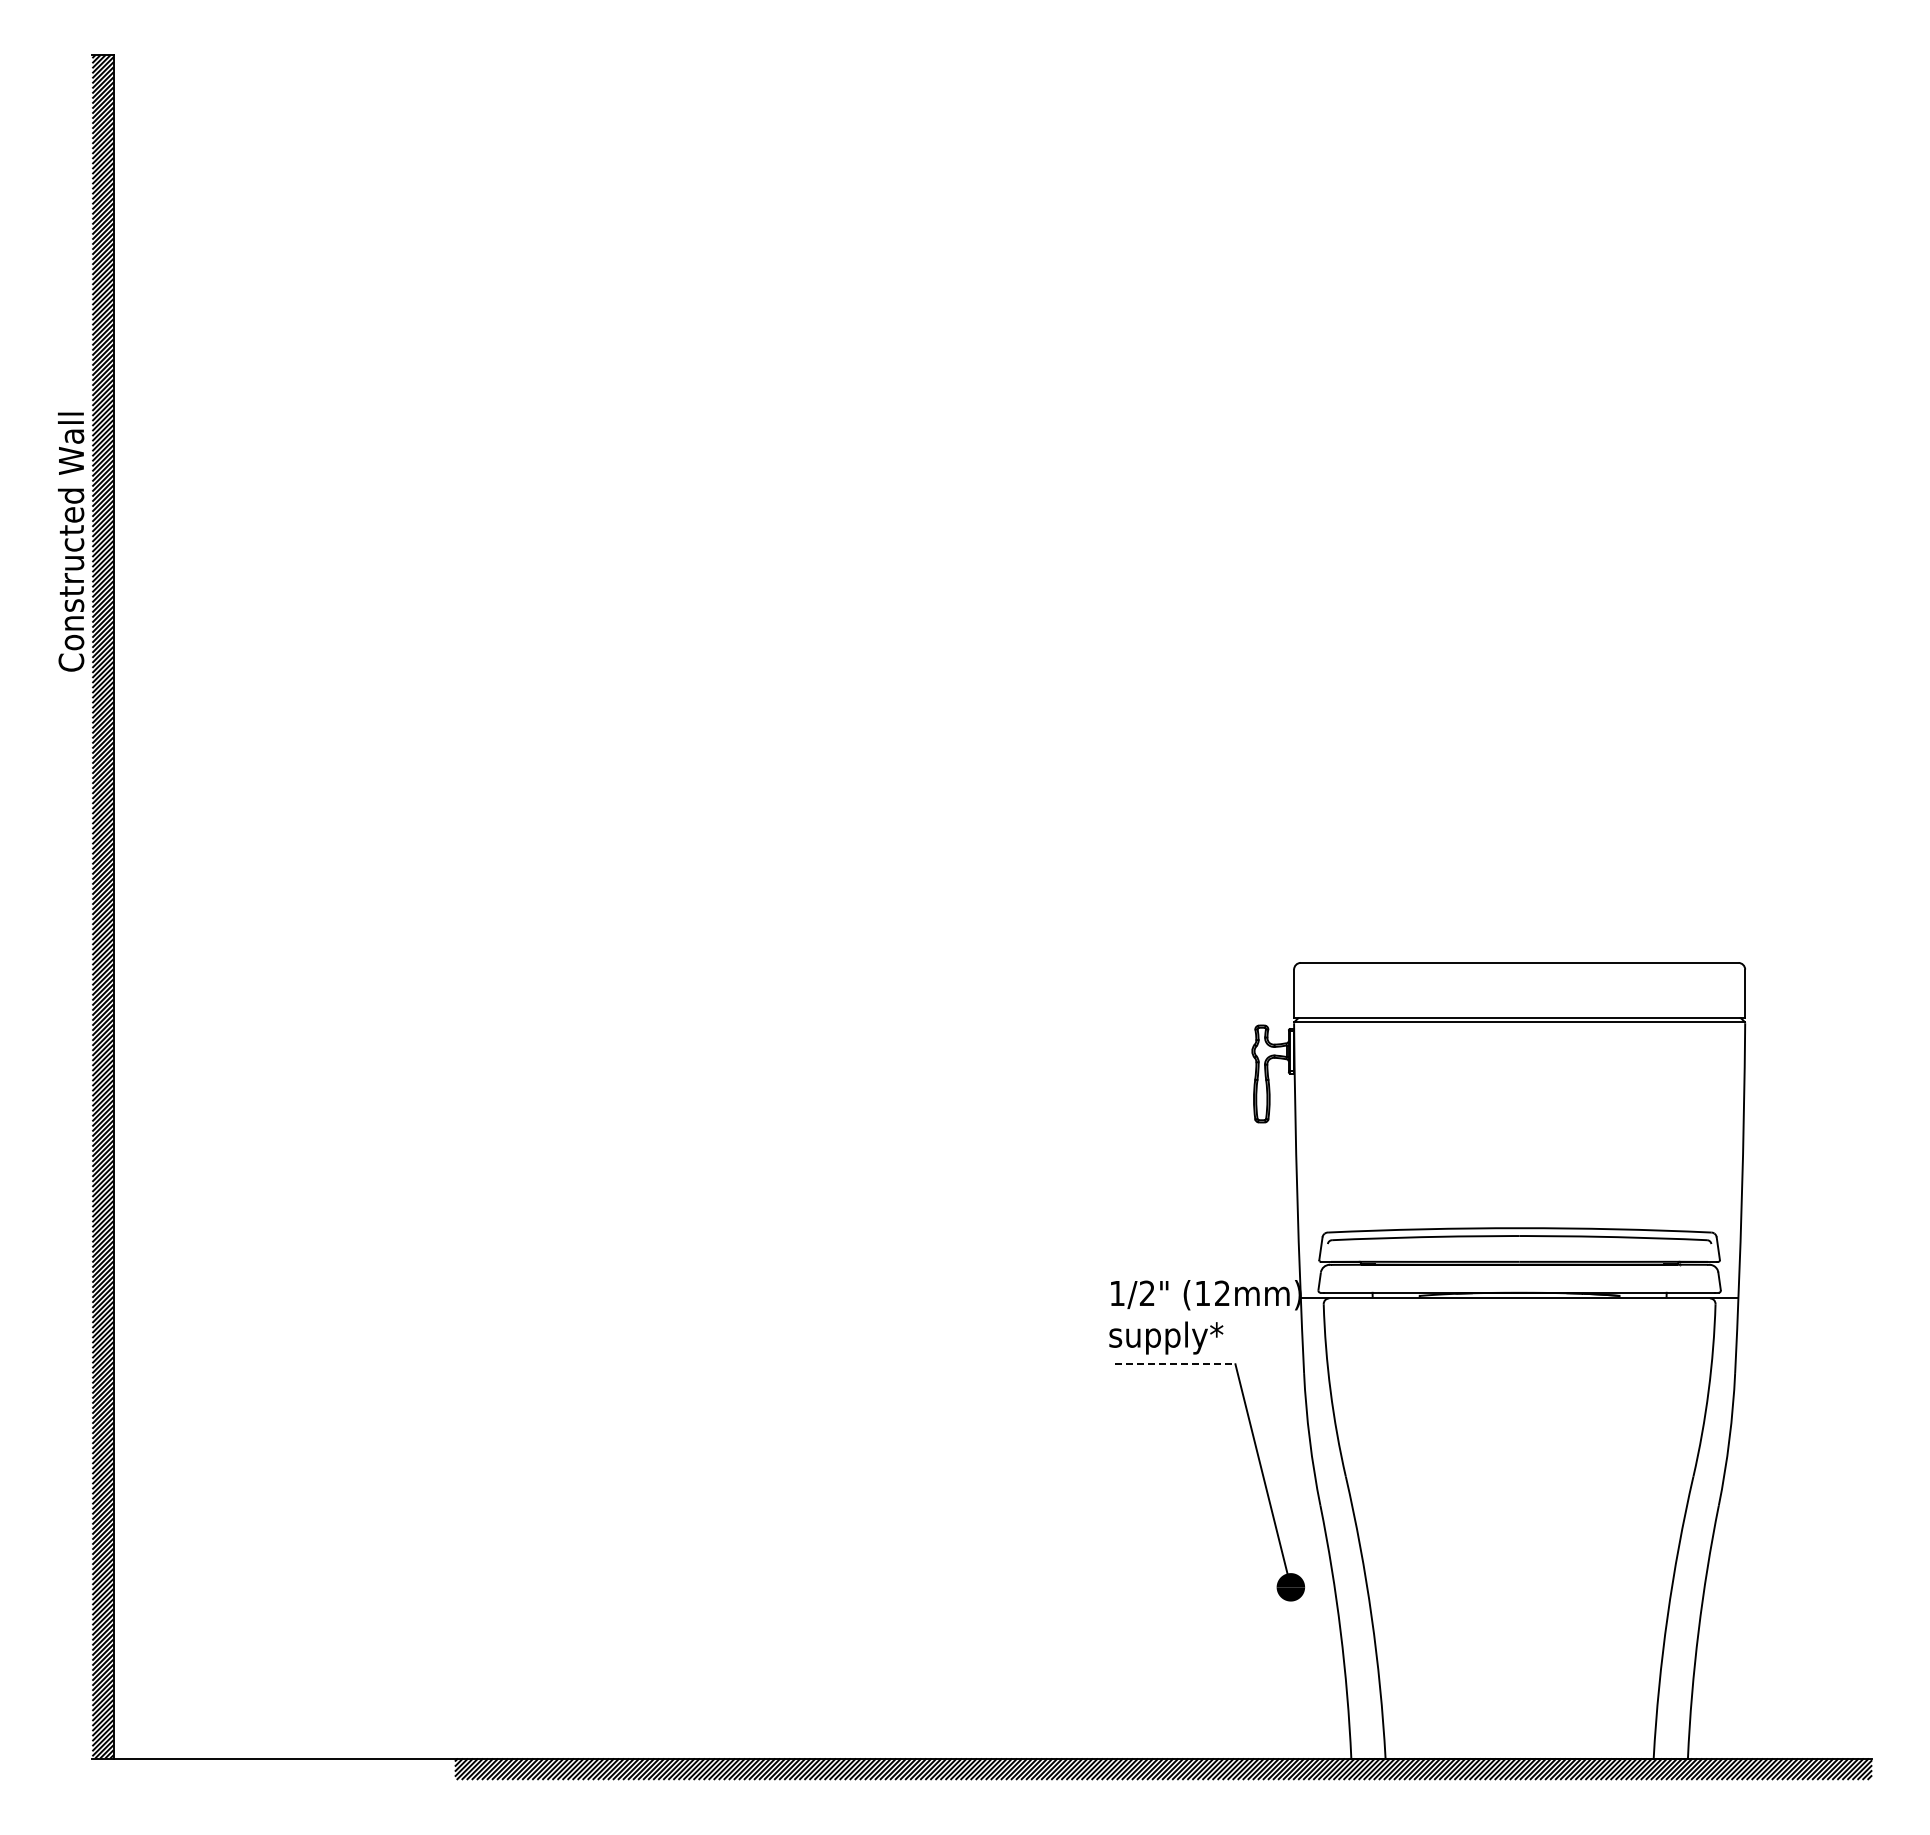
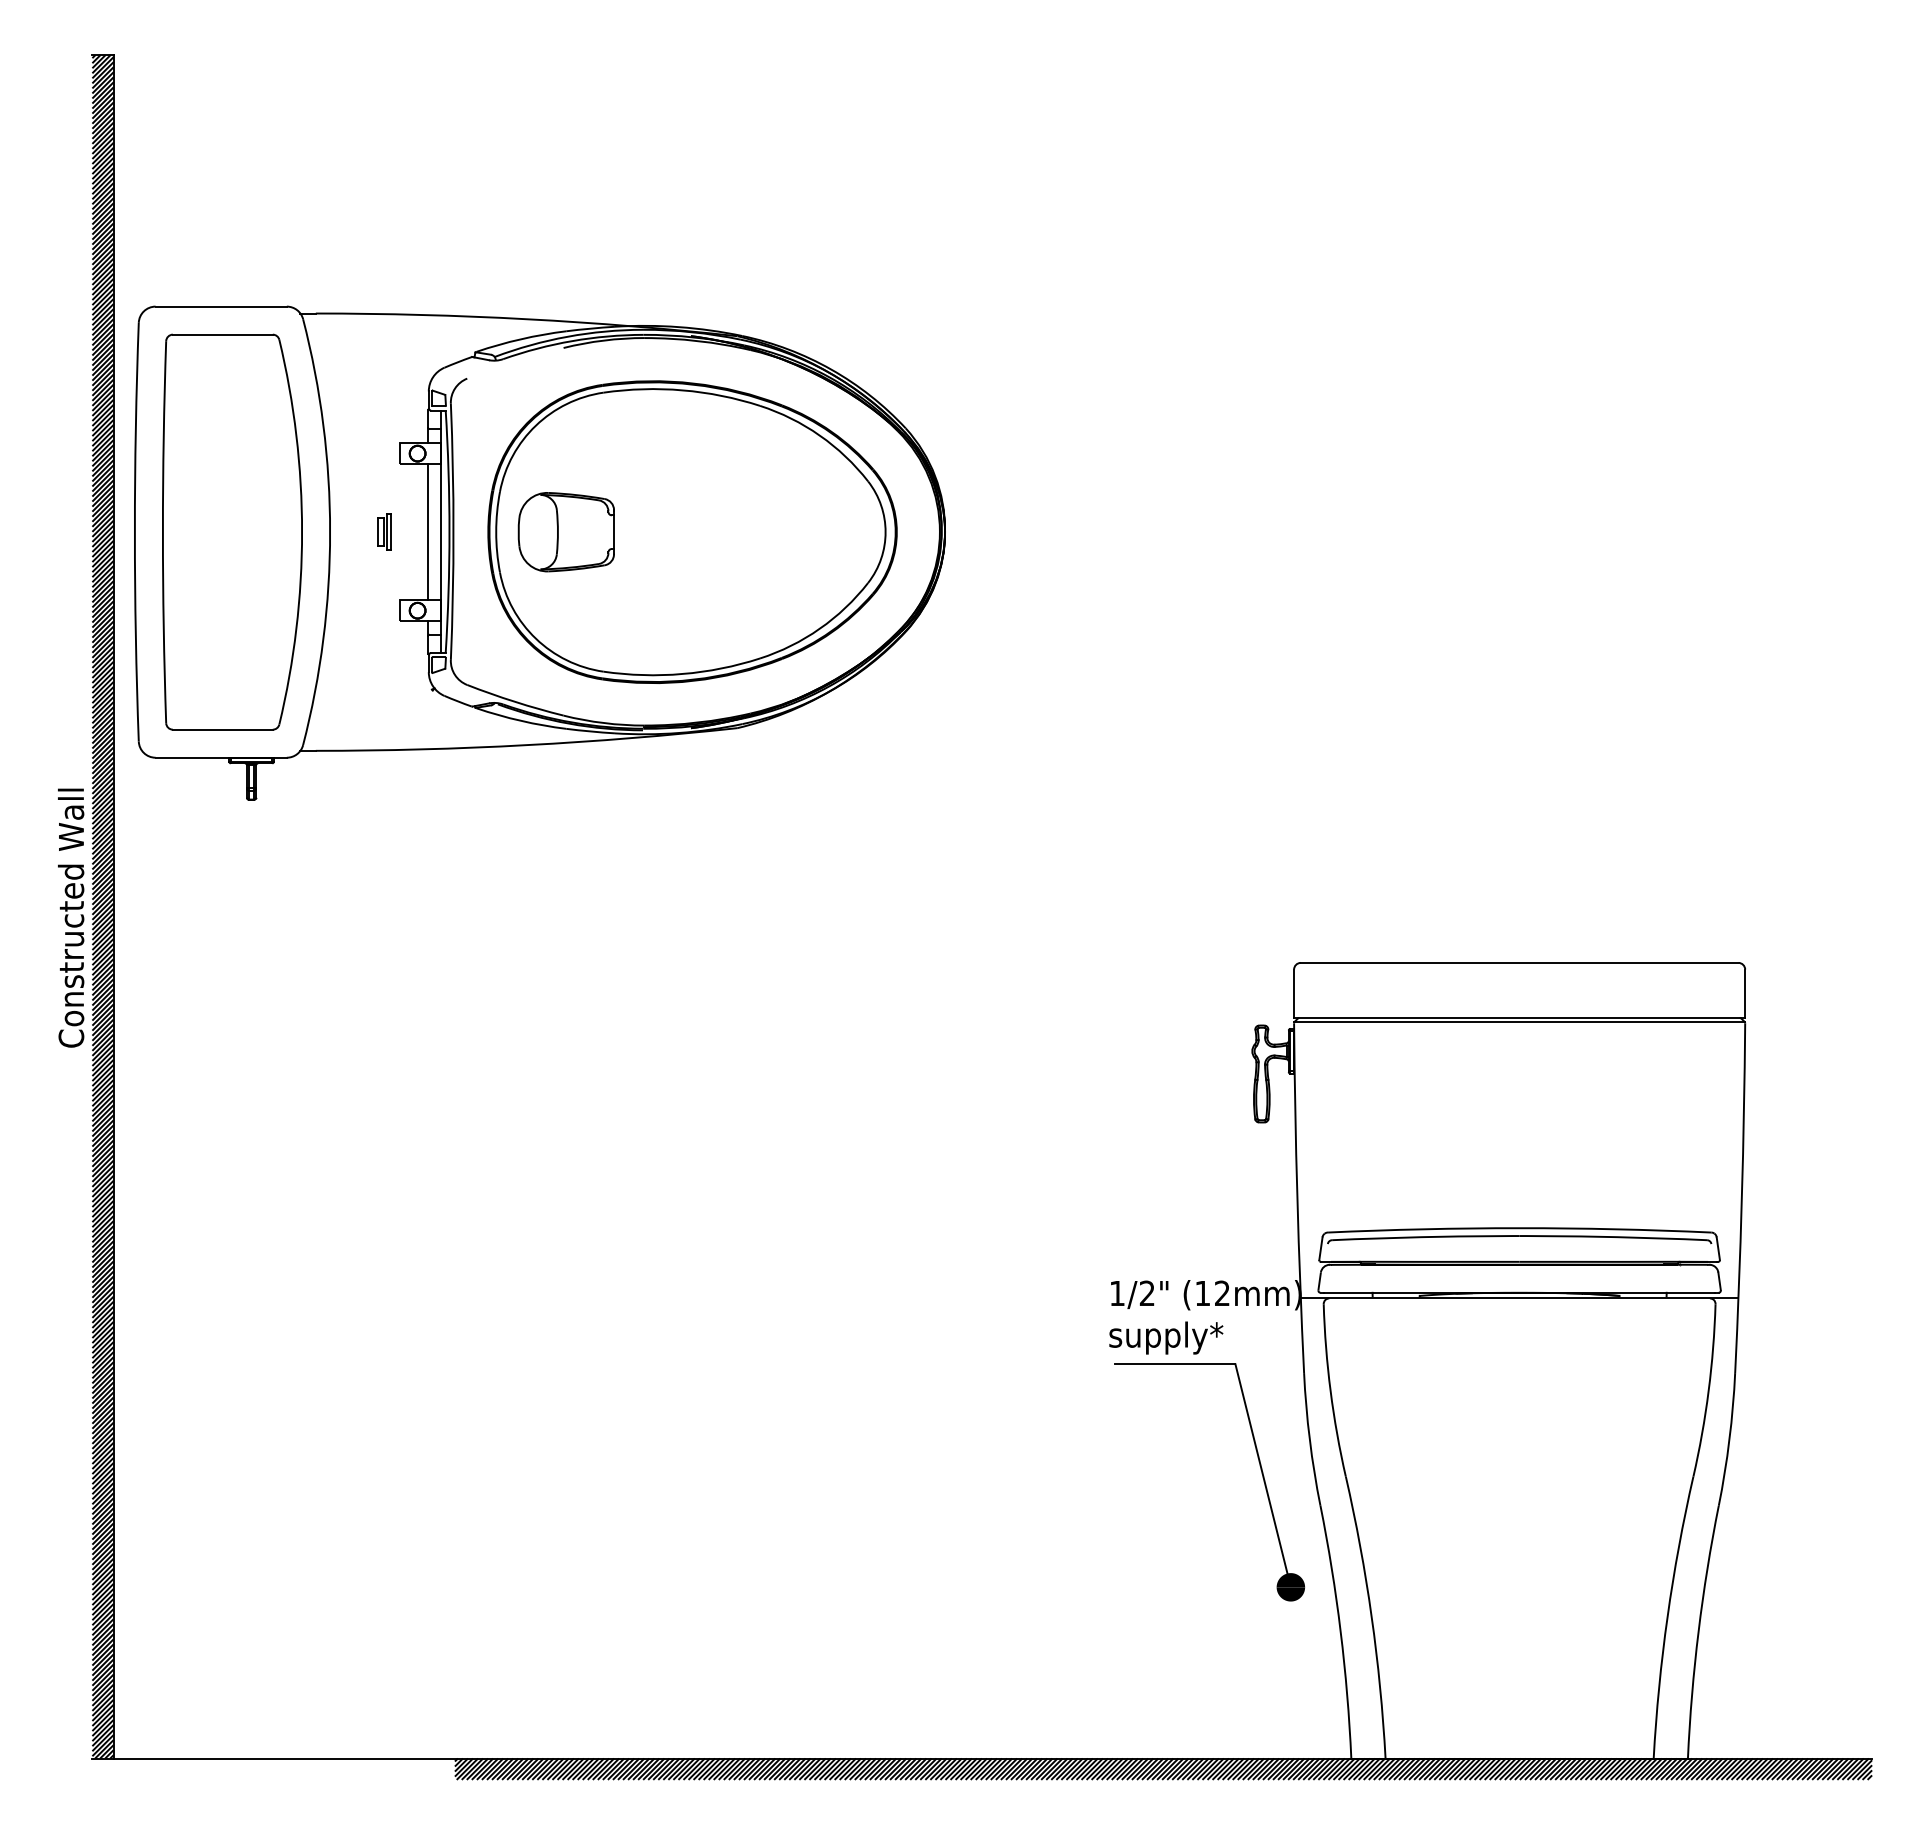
text at (71, 541) position: (71, 541) -> (71, 917)
part at (539, 552): none -> present
line at (1175, 1364): dashed -> solid
